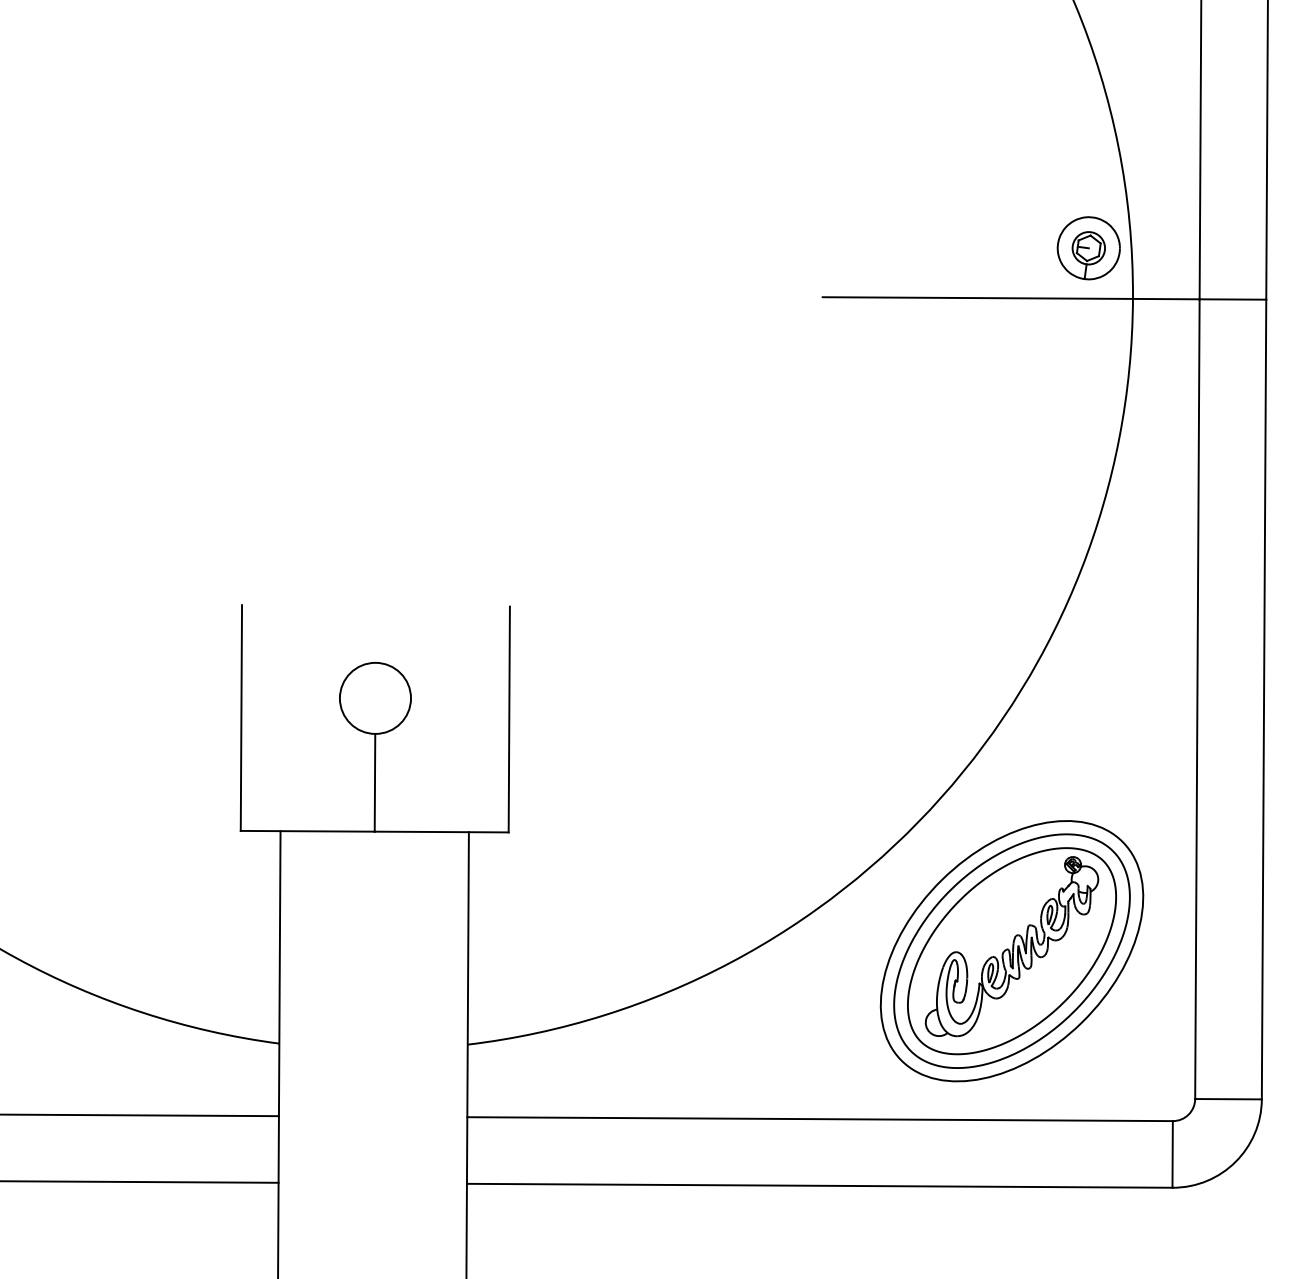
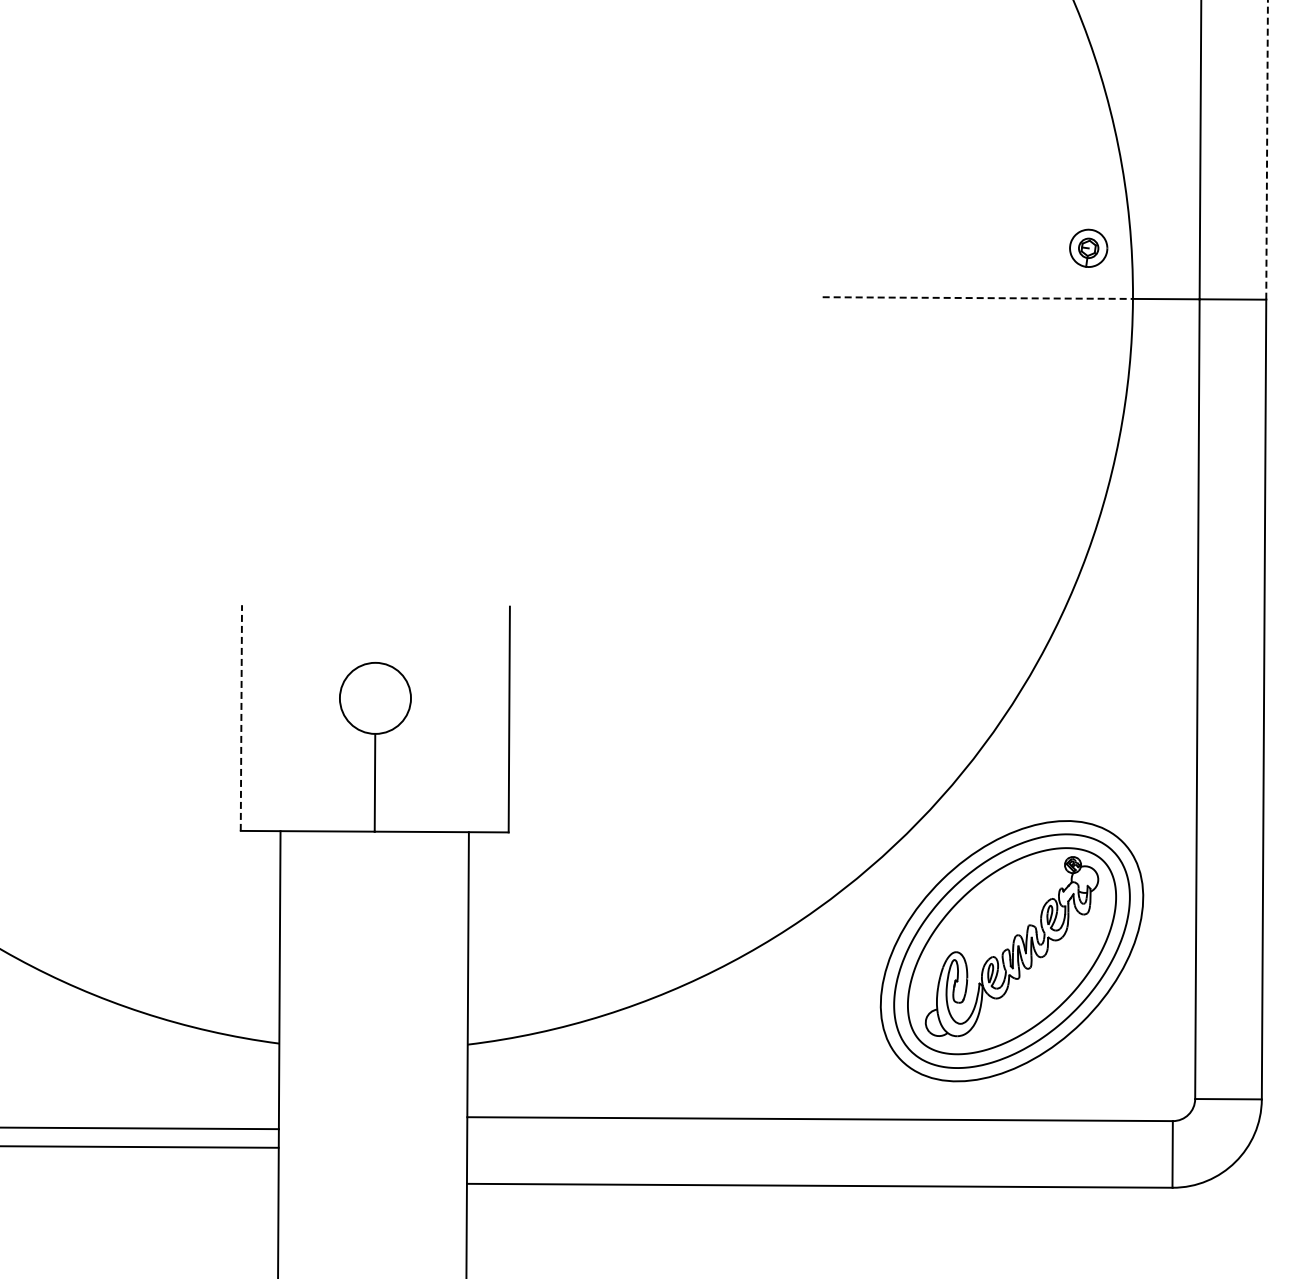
line at (1267, 149): solid -> dashed
part at (1088, 248) size: 65x65 px -> 40x40 px
line at (978, 298): solid -> dashed
line at (241, 718): solid -> dashed
line at (140, 1115) position: (140, 1115) -> (140, 1128)
line at (140, 1181) position: (140, 1181) -> (140, 1146)
